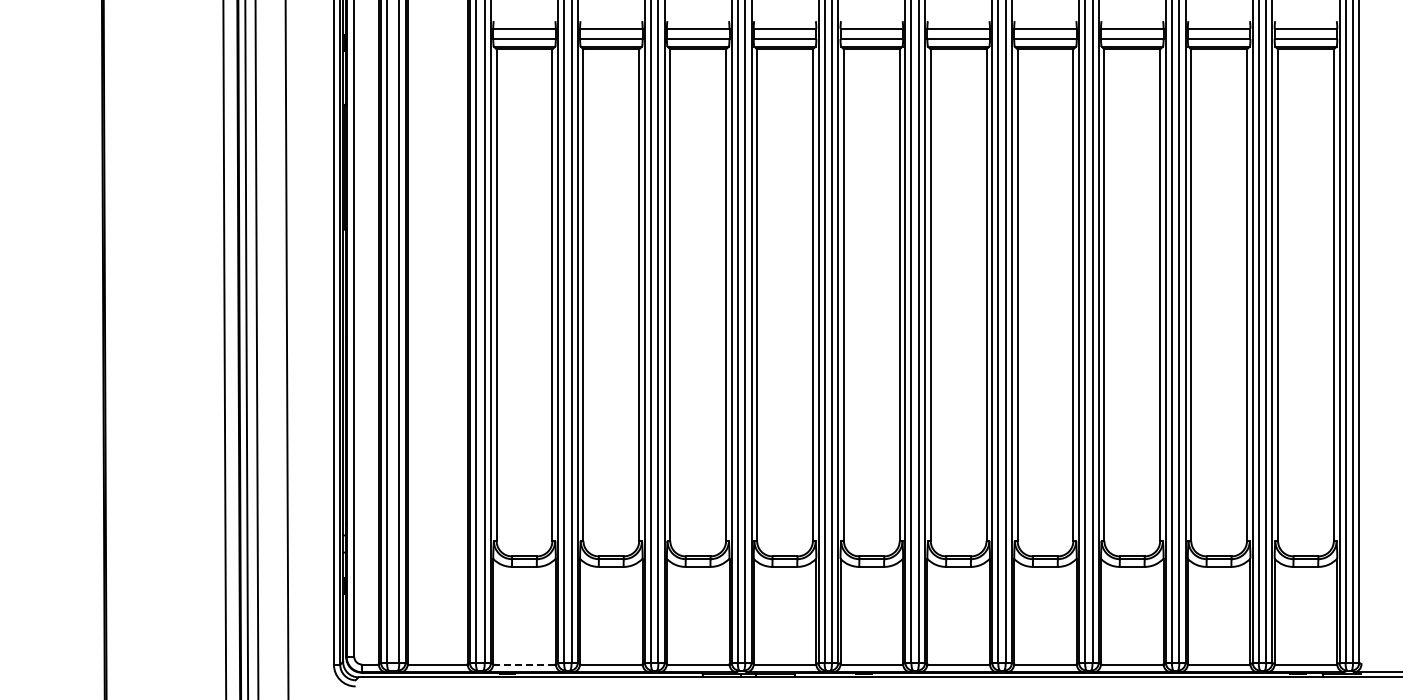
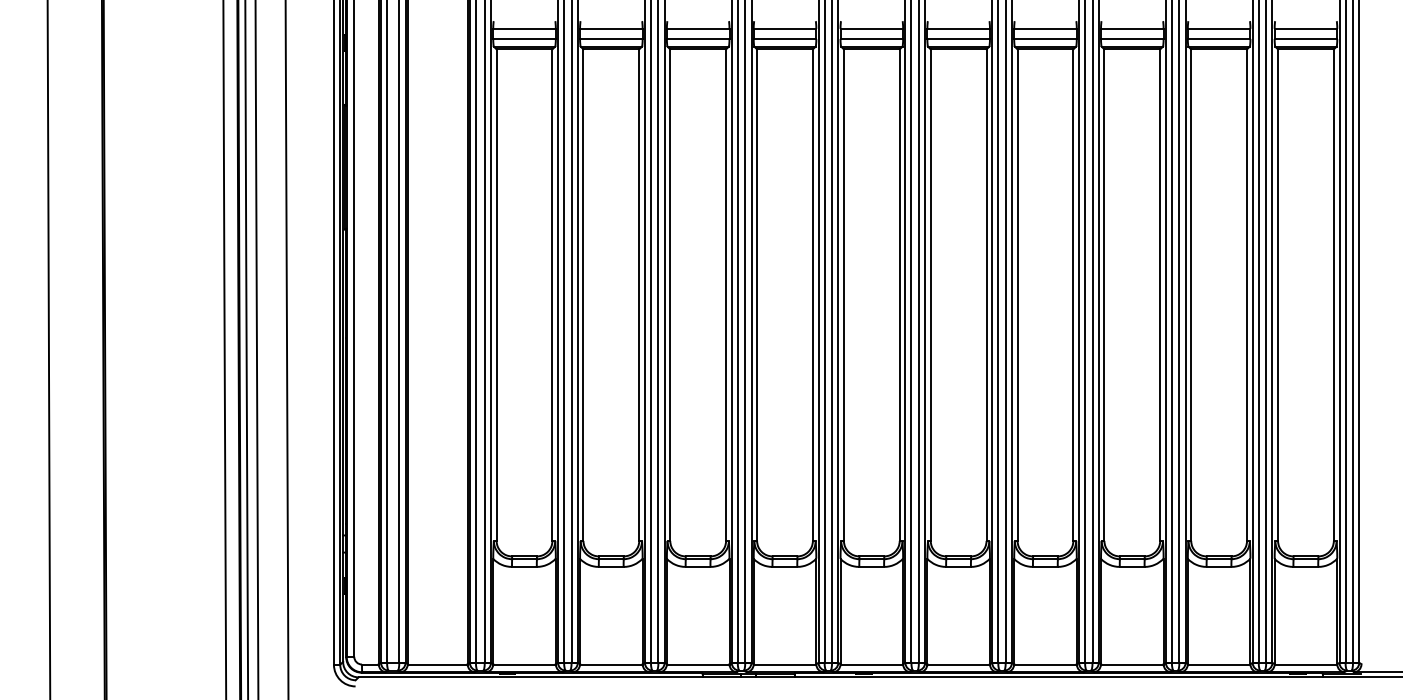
line at (48, 349): none -> present
line at (525, 664): dashed -> solid
